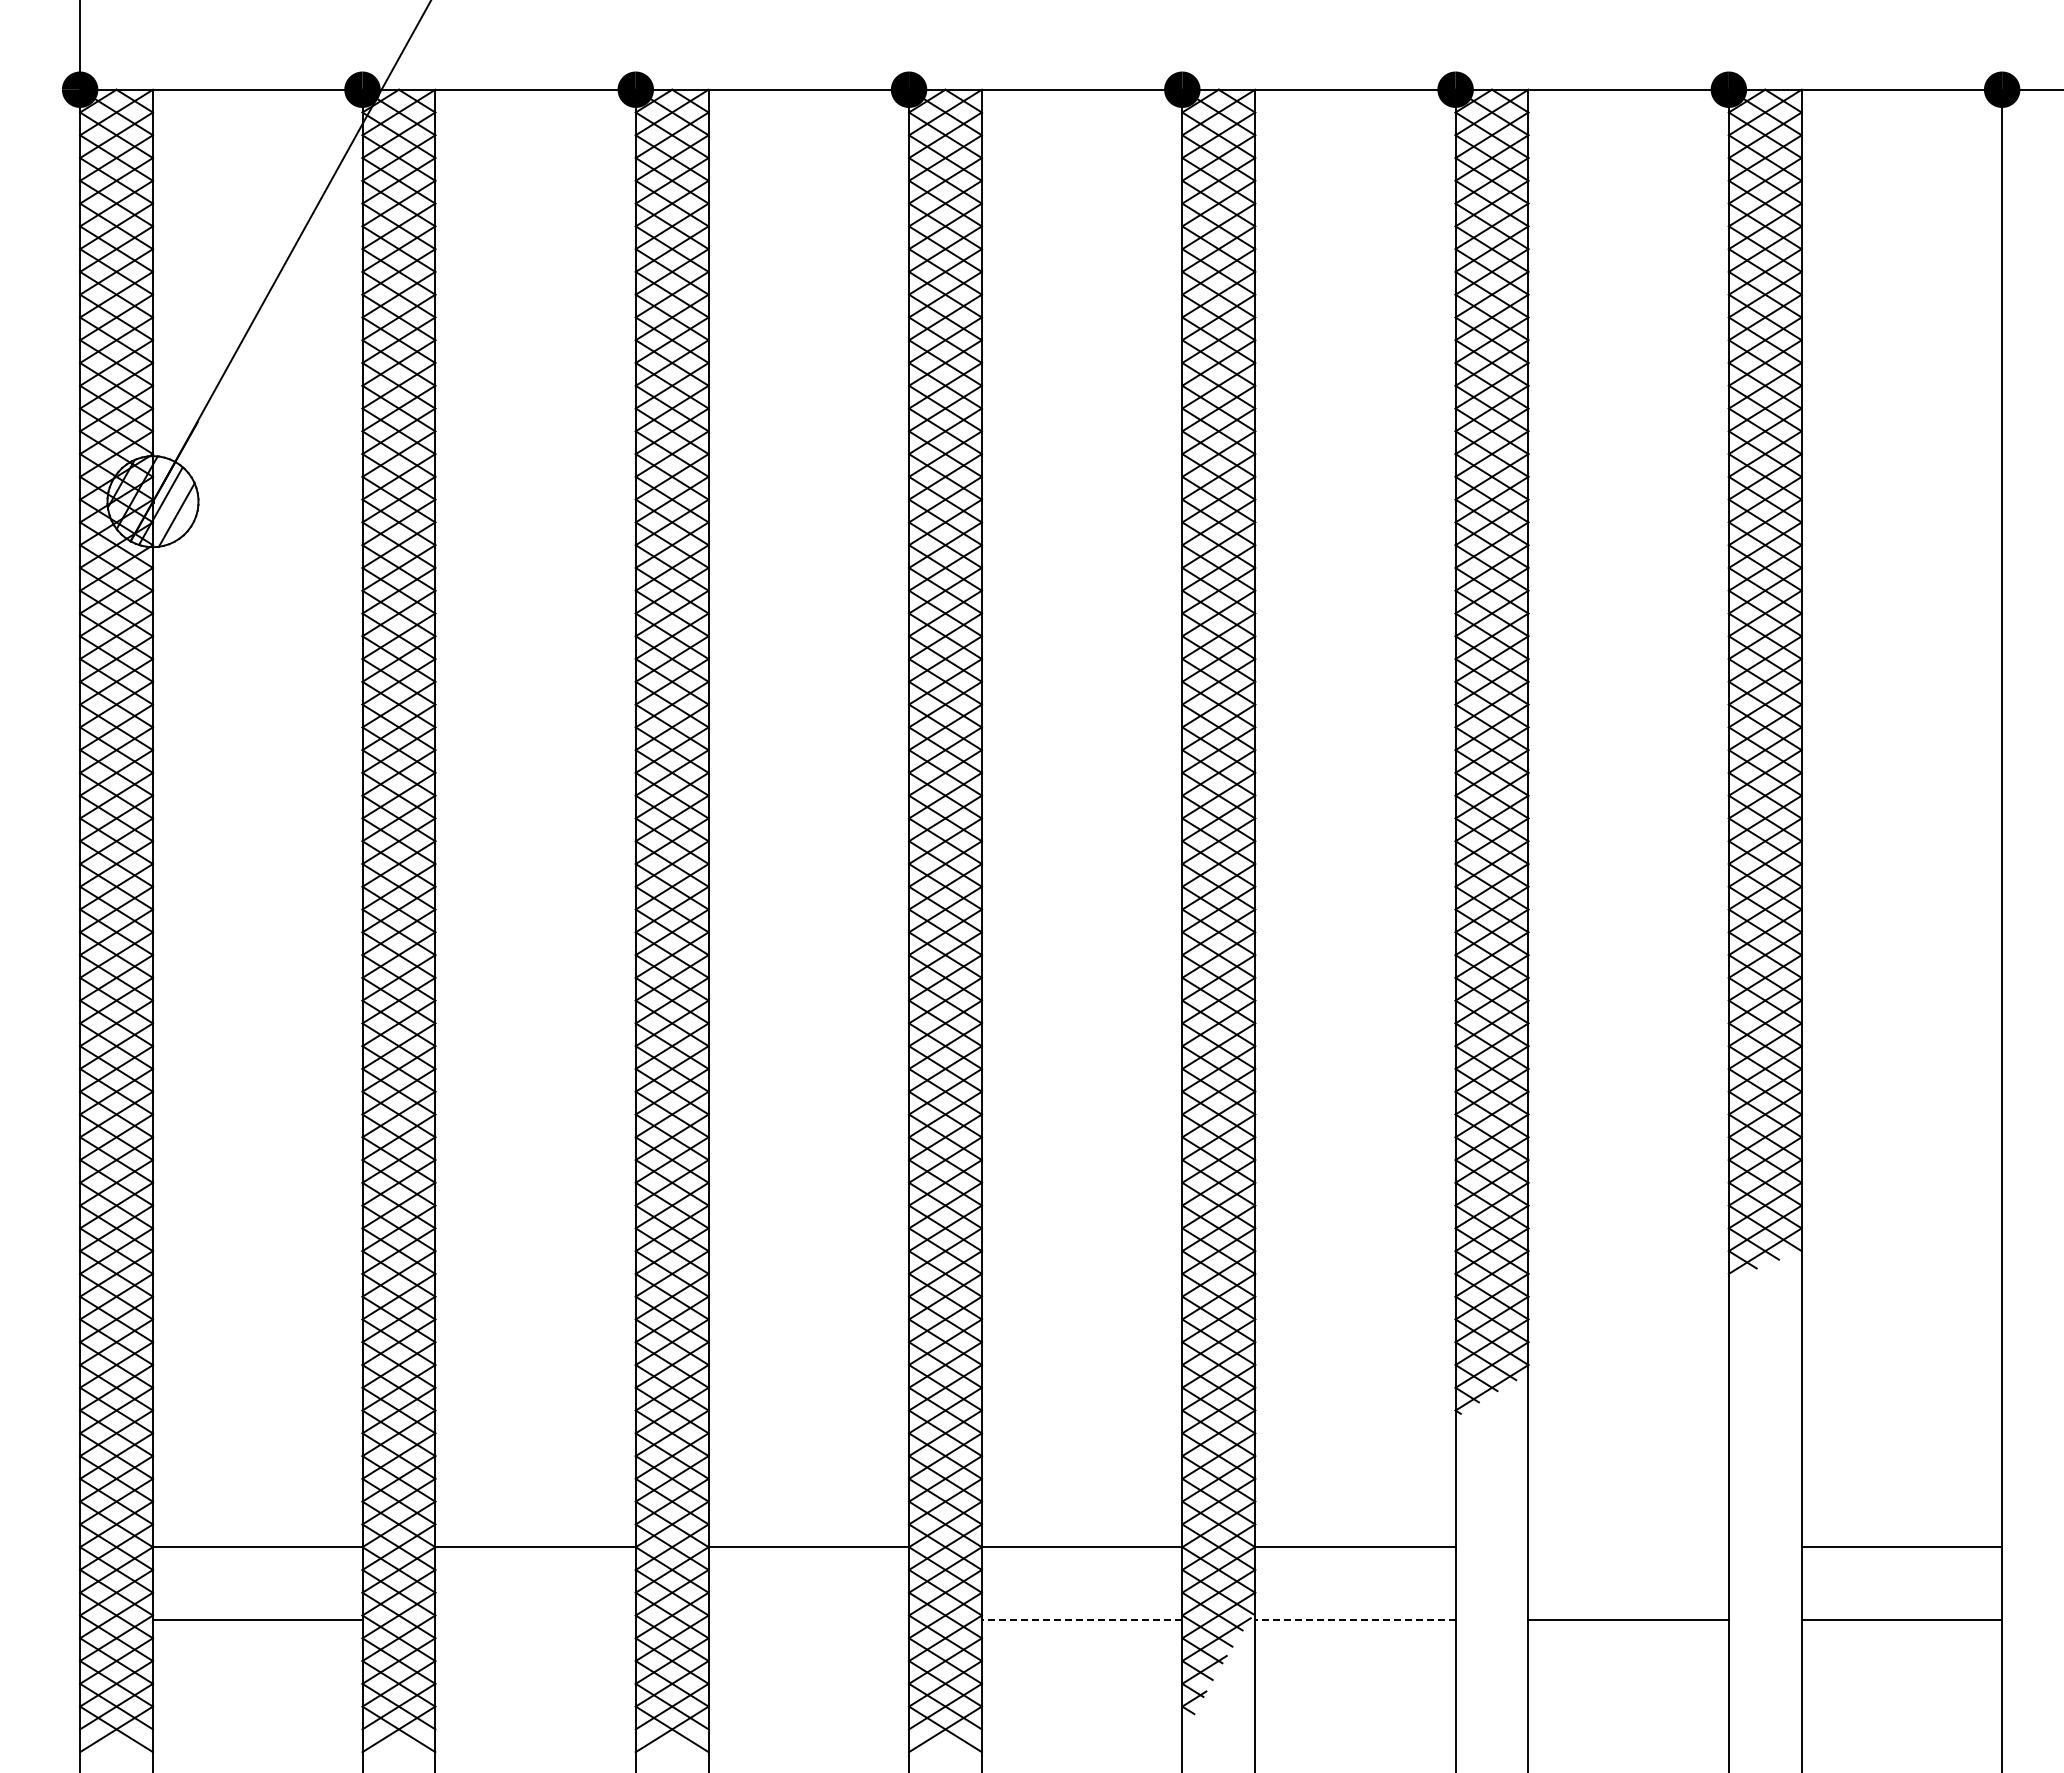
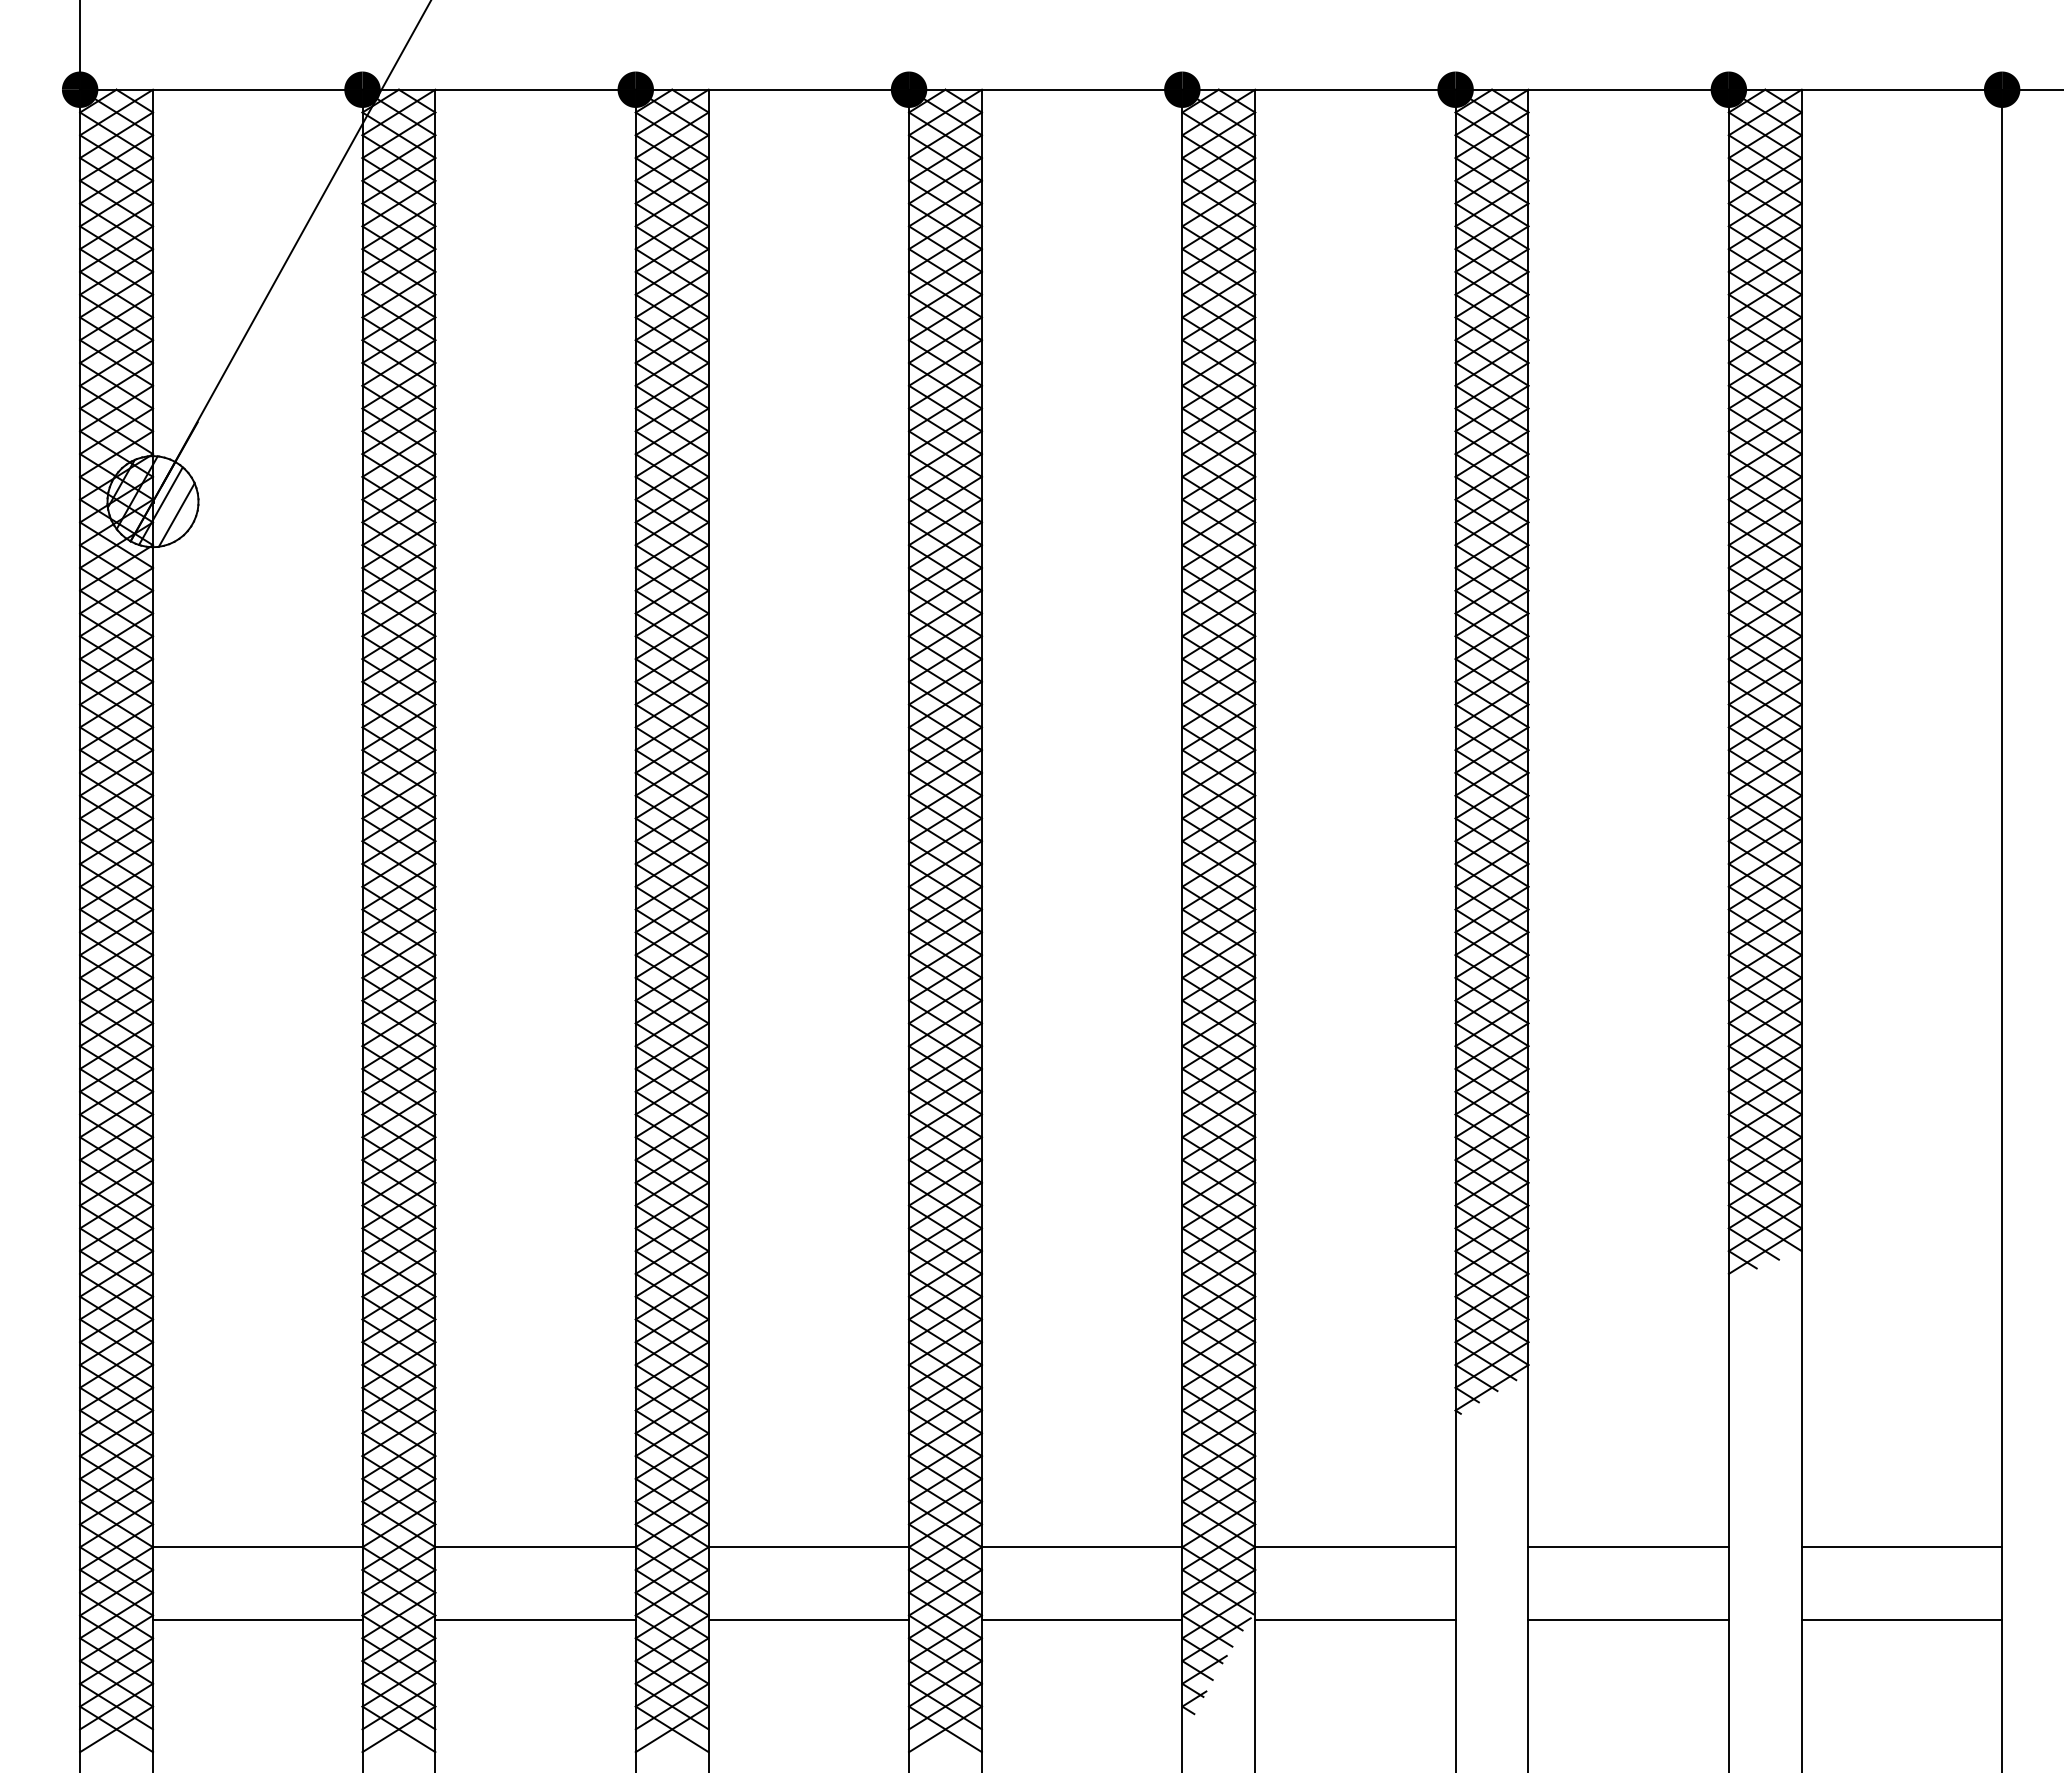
line at (1628, 1547): none -> present
line at (535, 1620): none -> present
line at (808, 1620): none -> present
line at (1081, 1620): dashed -> solid
line at (1354, 1620): dashed -> solid
